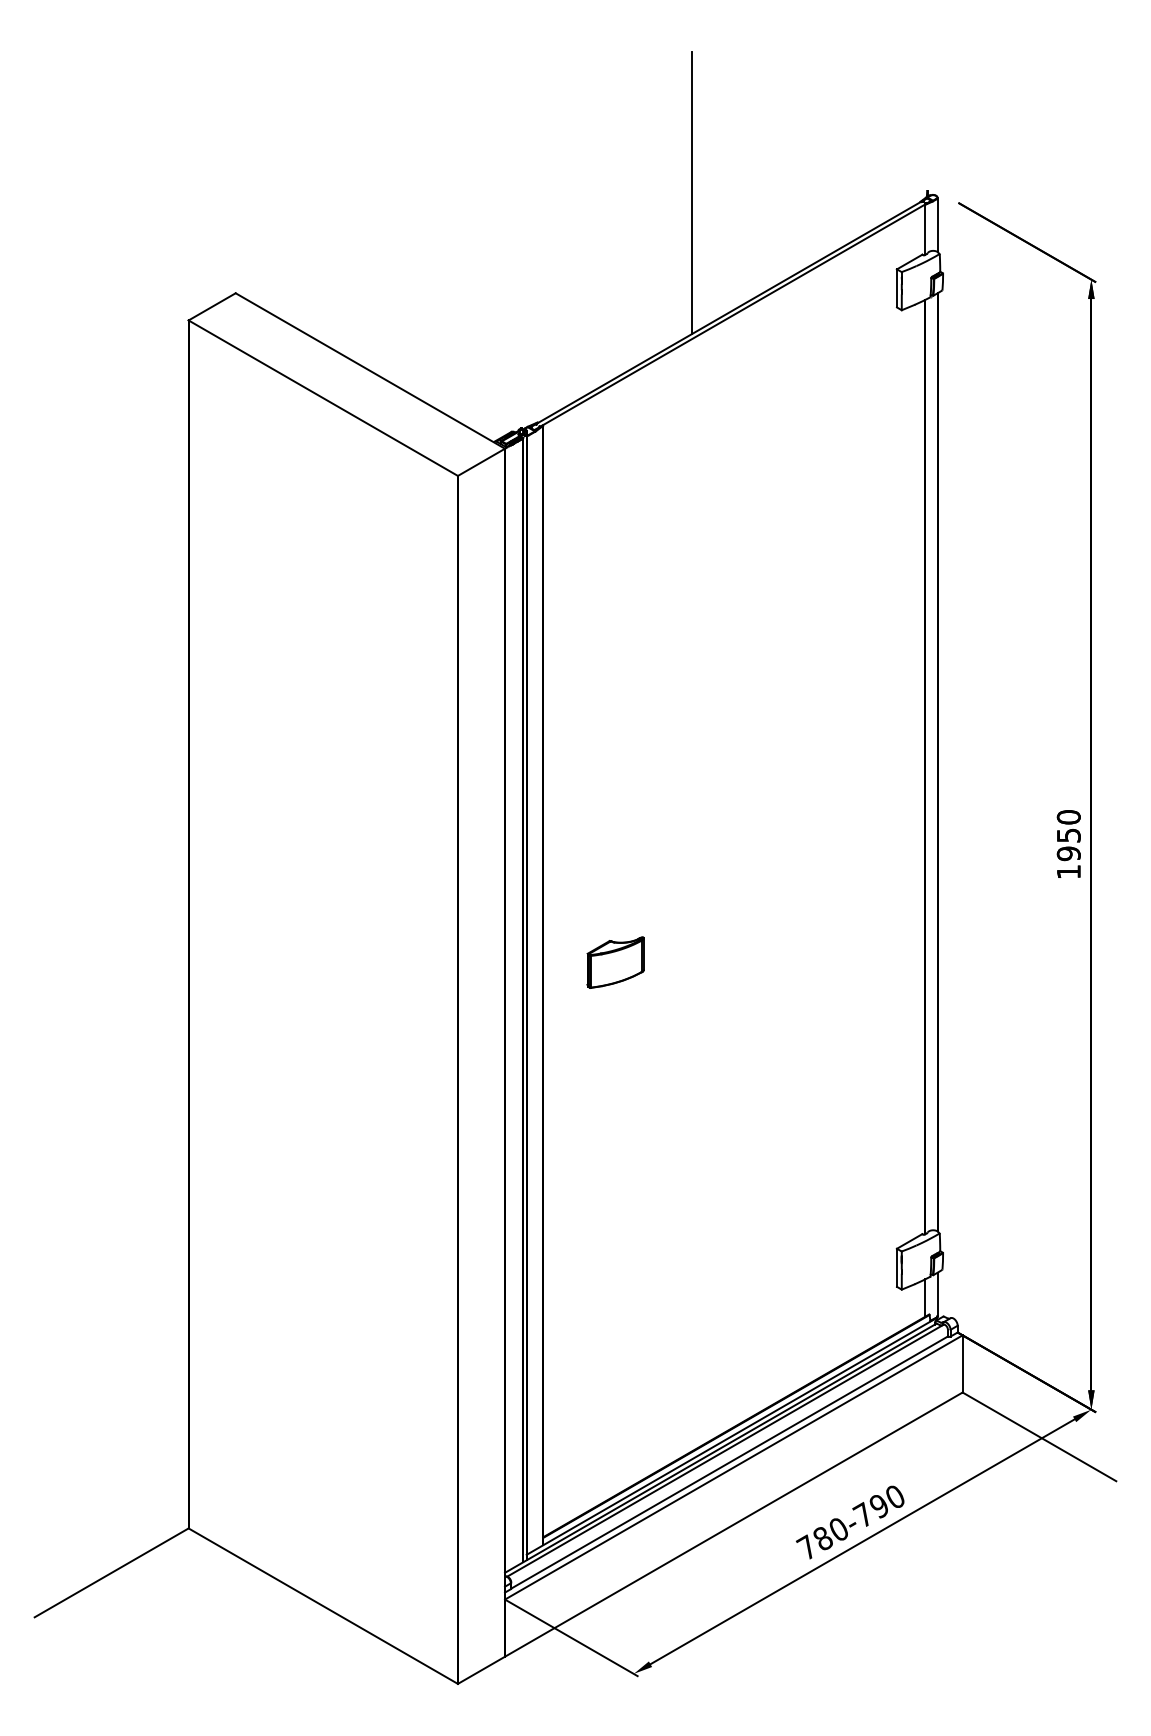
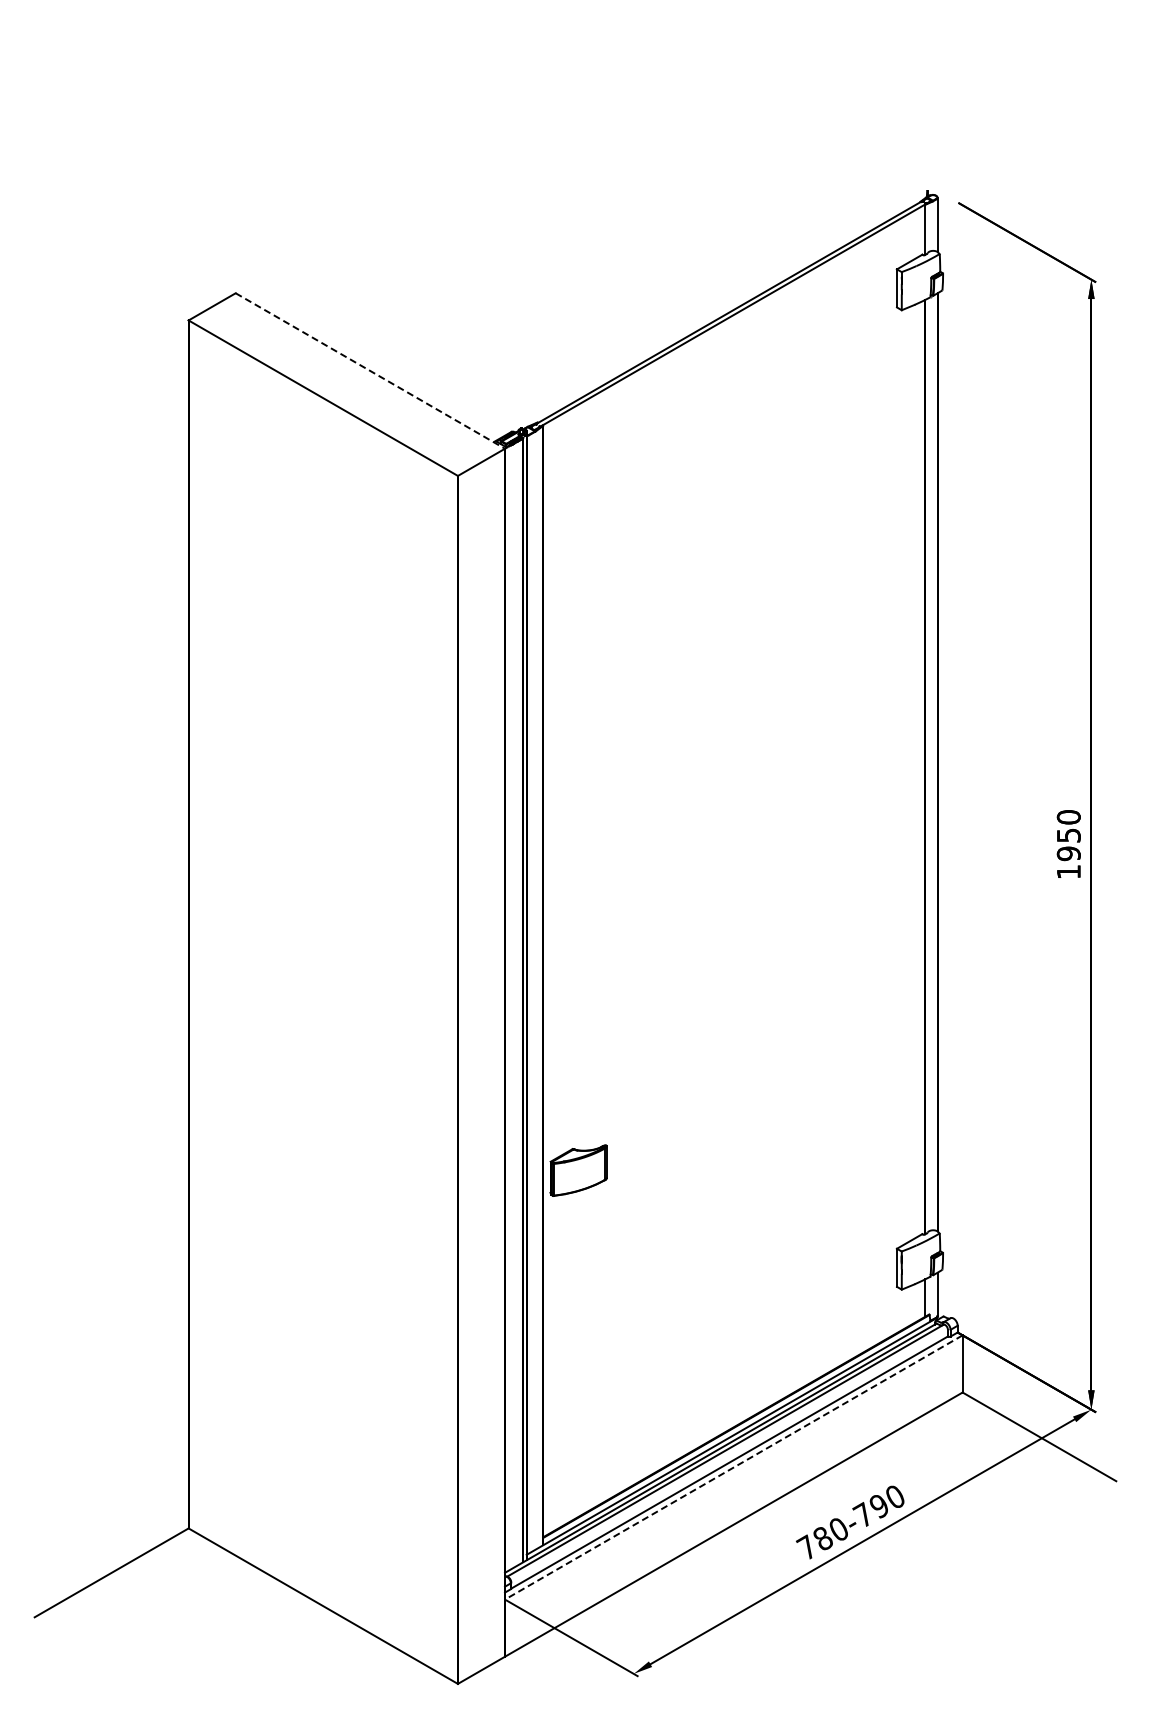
line at (691, 193): present -> none
line at (370, 371): solid -> dashed
part at (615, 962) position: (615, 962) -> (578, 1170)
line at (733, 1467): solid -> dashed
